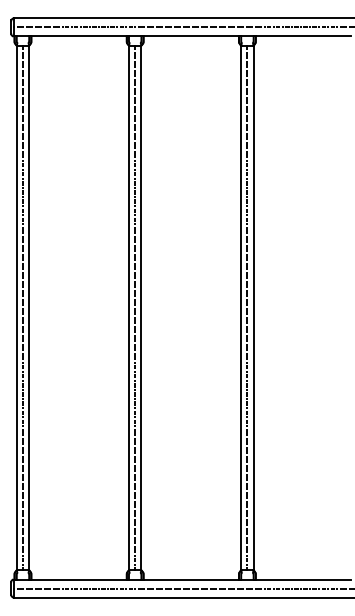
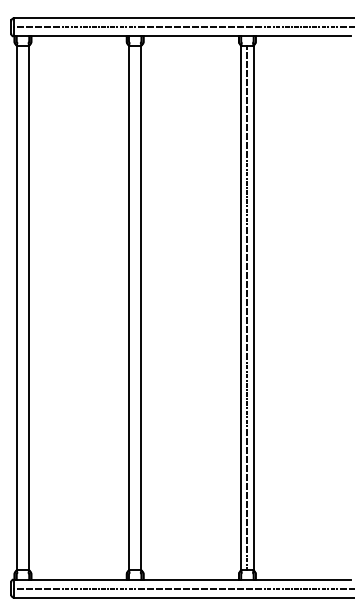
line at (22, 307): present -> none
line at (135, 307): present -> none
